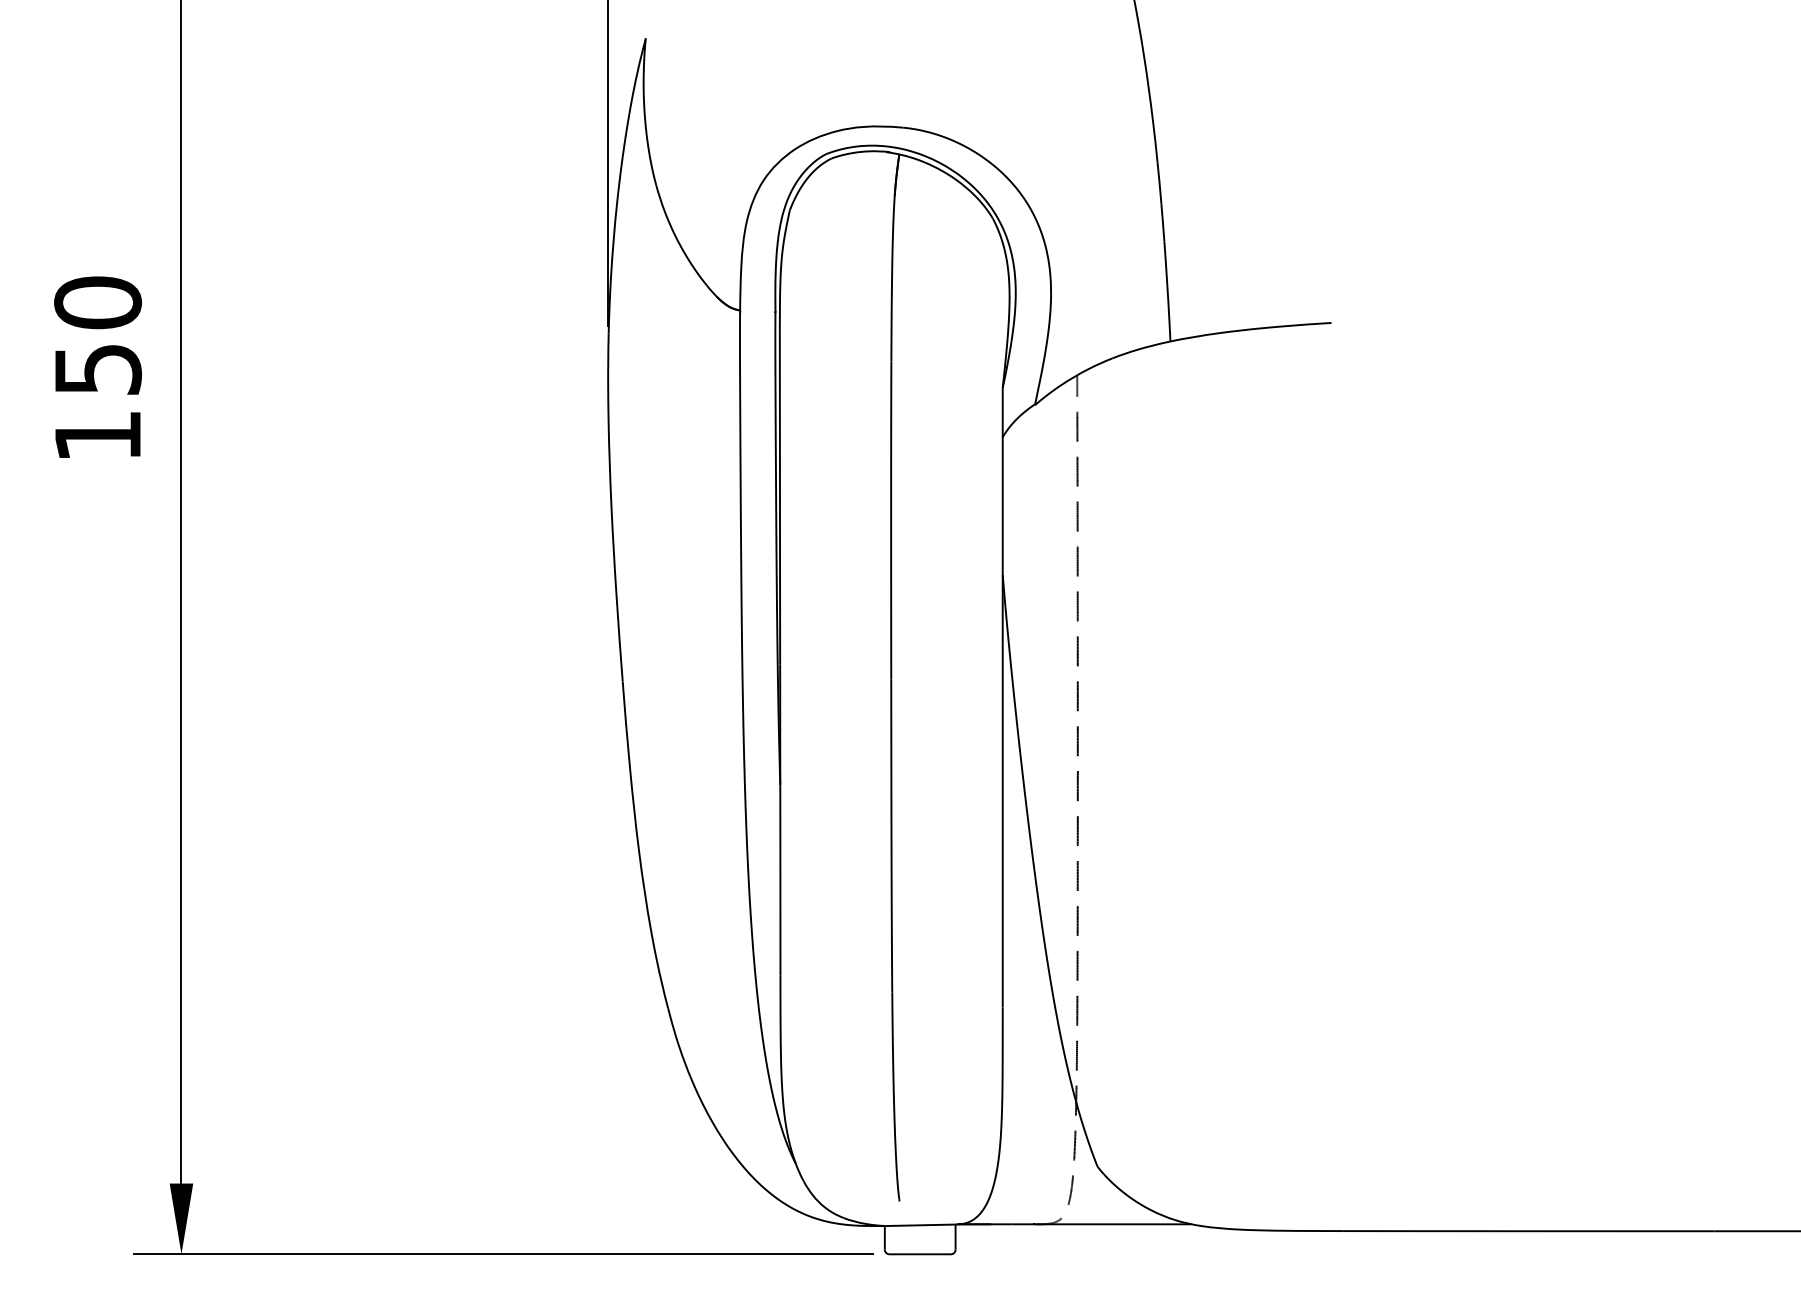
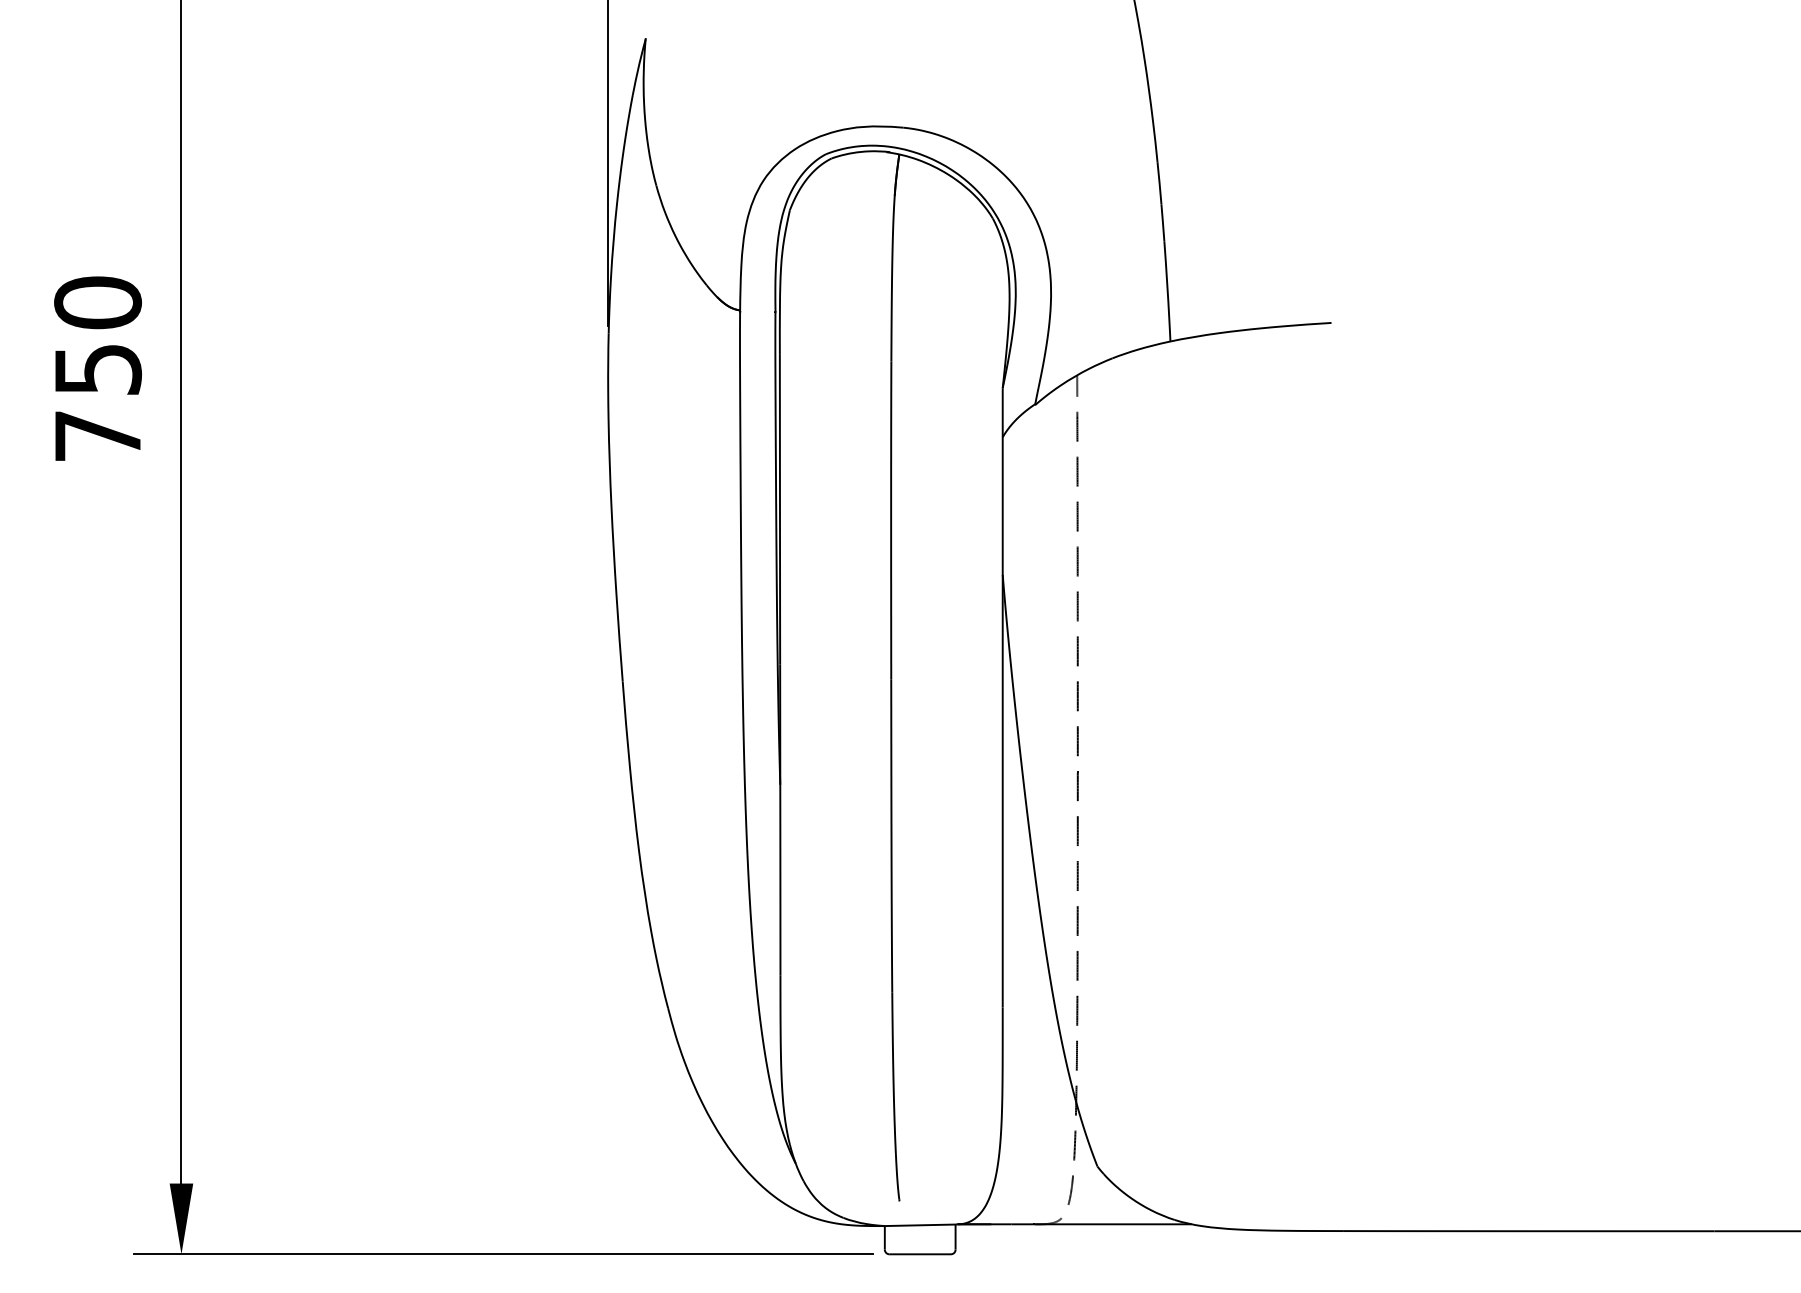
text at (97, 435): 150 -> 750
